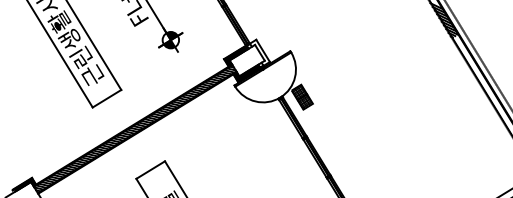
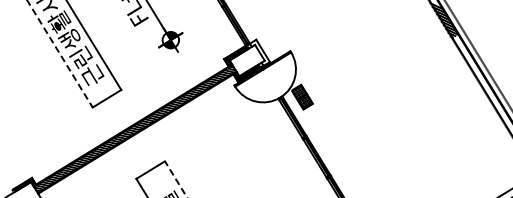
line at (59, 53): solid -> dashed
line at (175, 179): solid -> dashed
